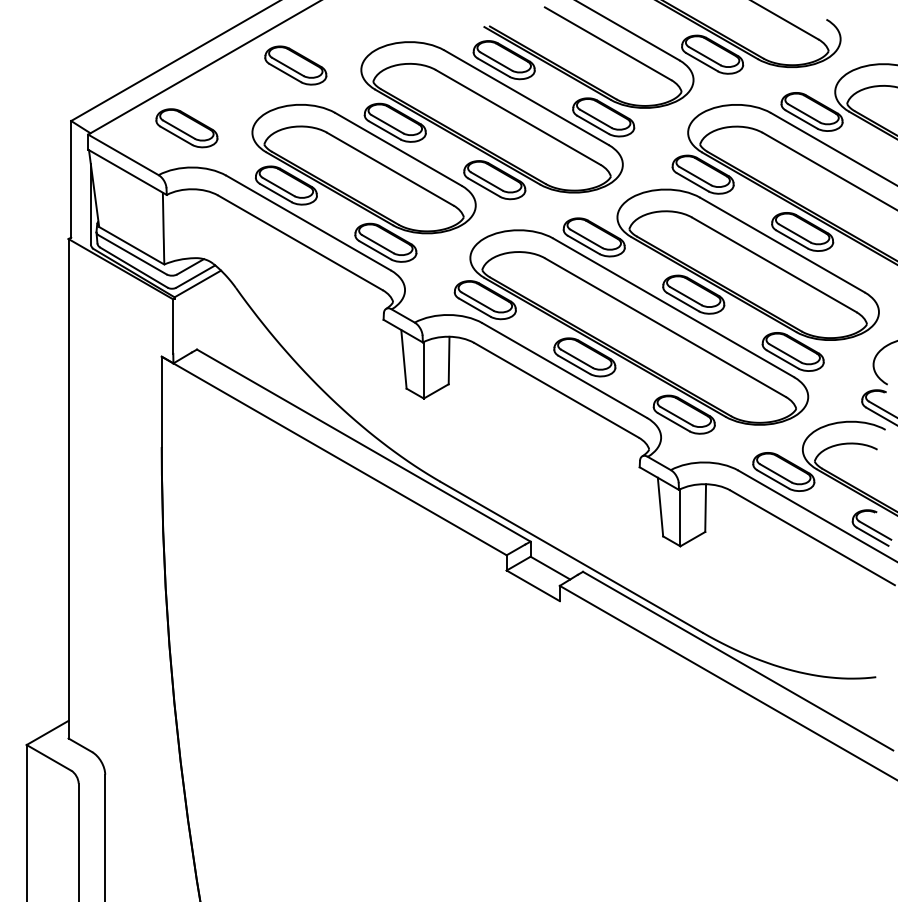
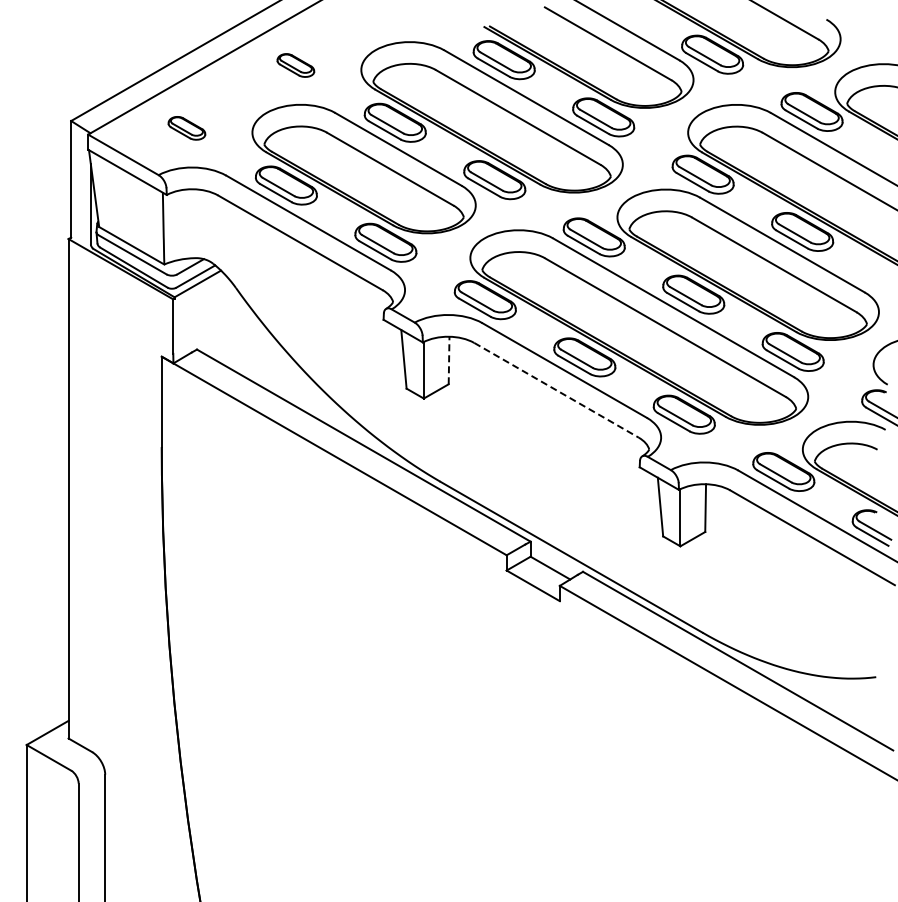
part at (295, 65) size: 64x41 px -> 40x25 px
part at (186, 128) size: 64x41 px -> 40x25 px
line at (449, 360): solid -> dashed
line at (556, 390): solid -> dashed
